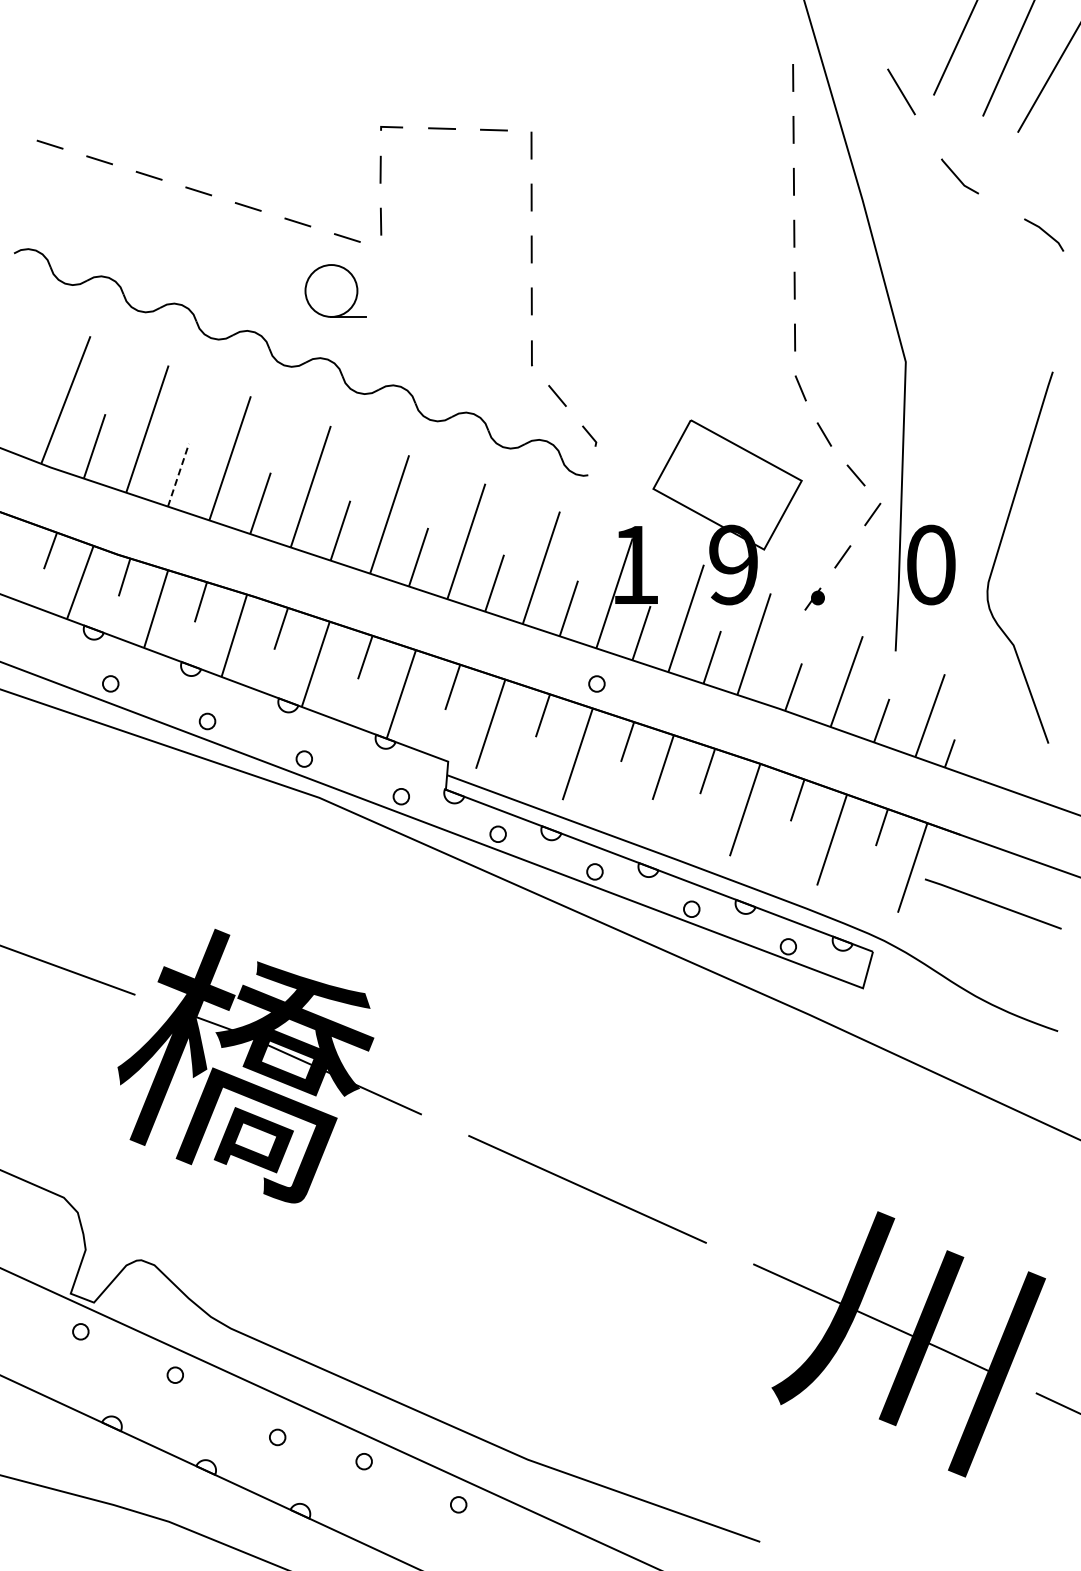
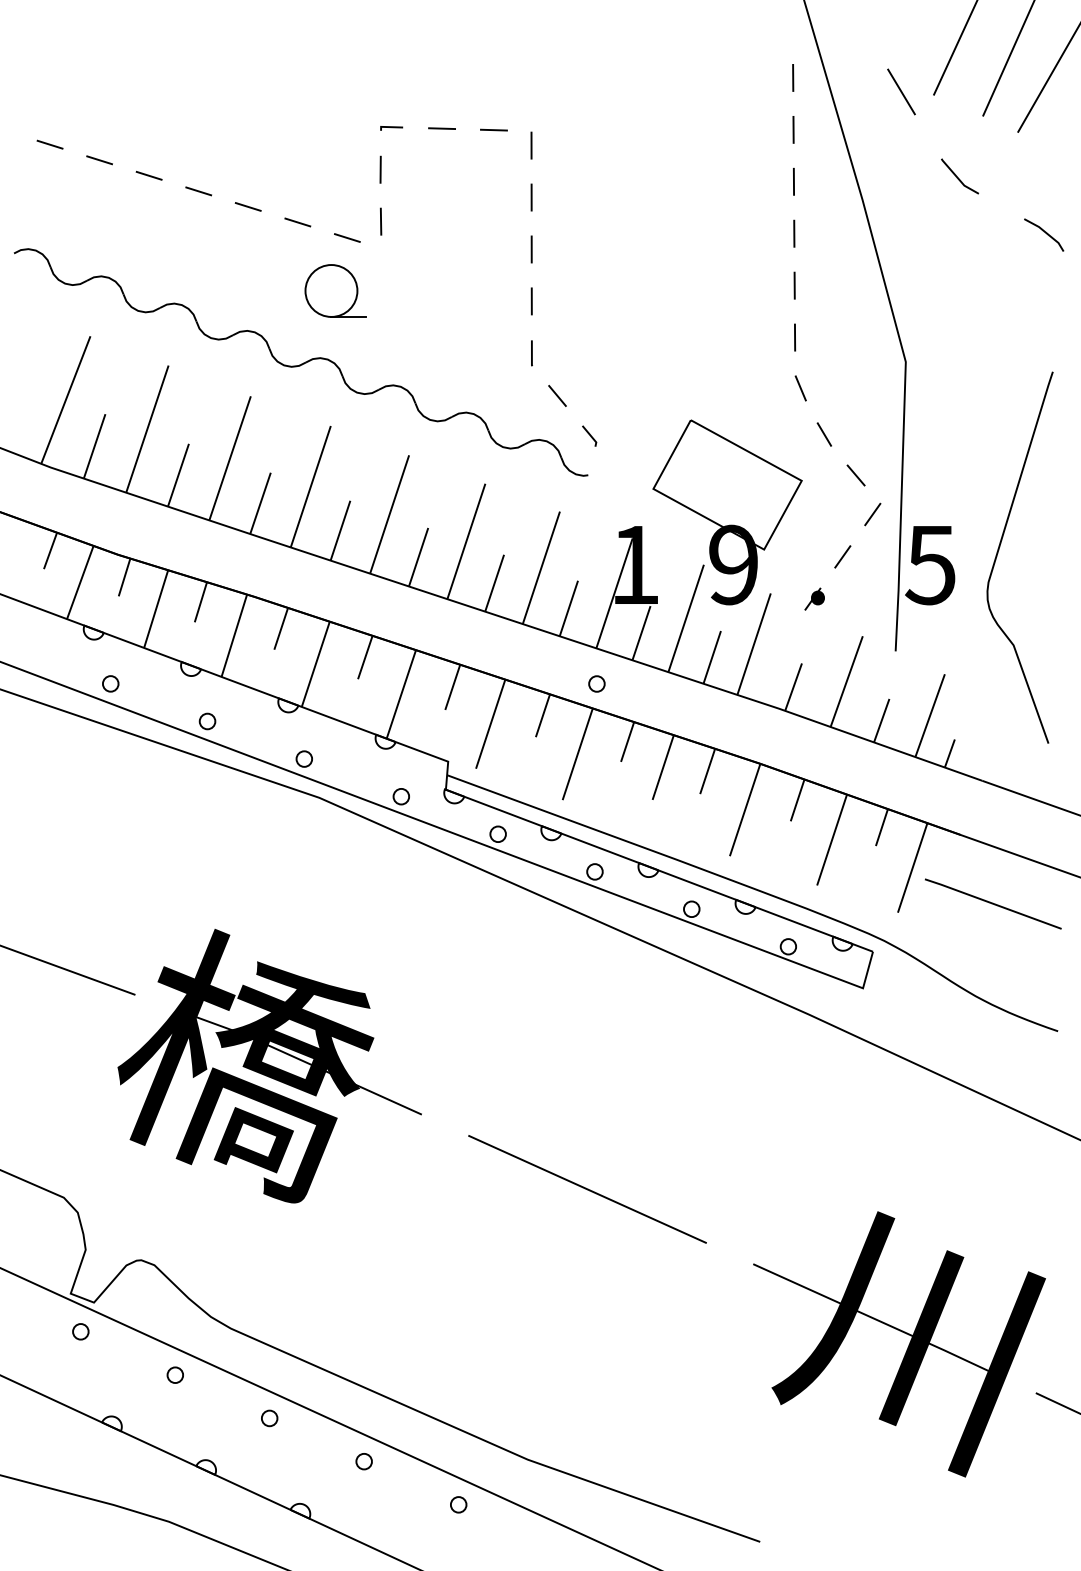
line at (178, 474): dashed -> solid
text at (930, 564): 0 -> 5
circle at (277, 1437) position: (277, 1437) -> (269, 1418)
